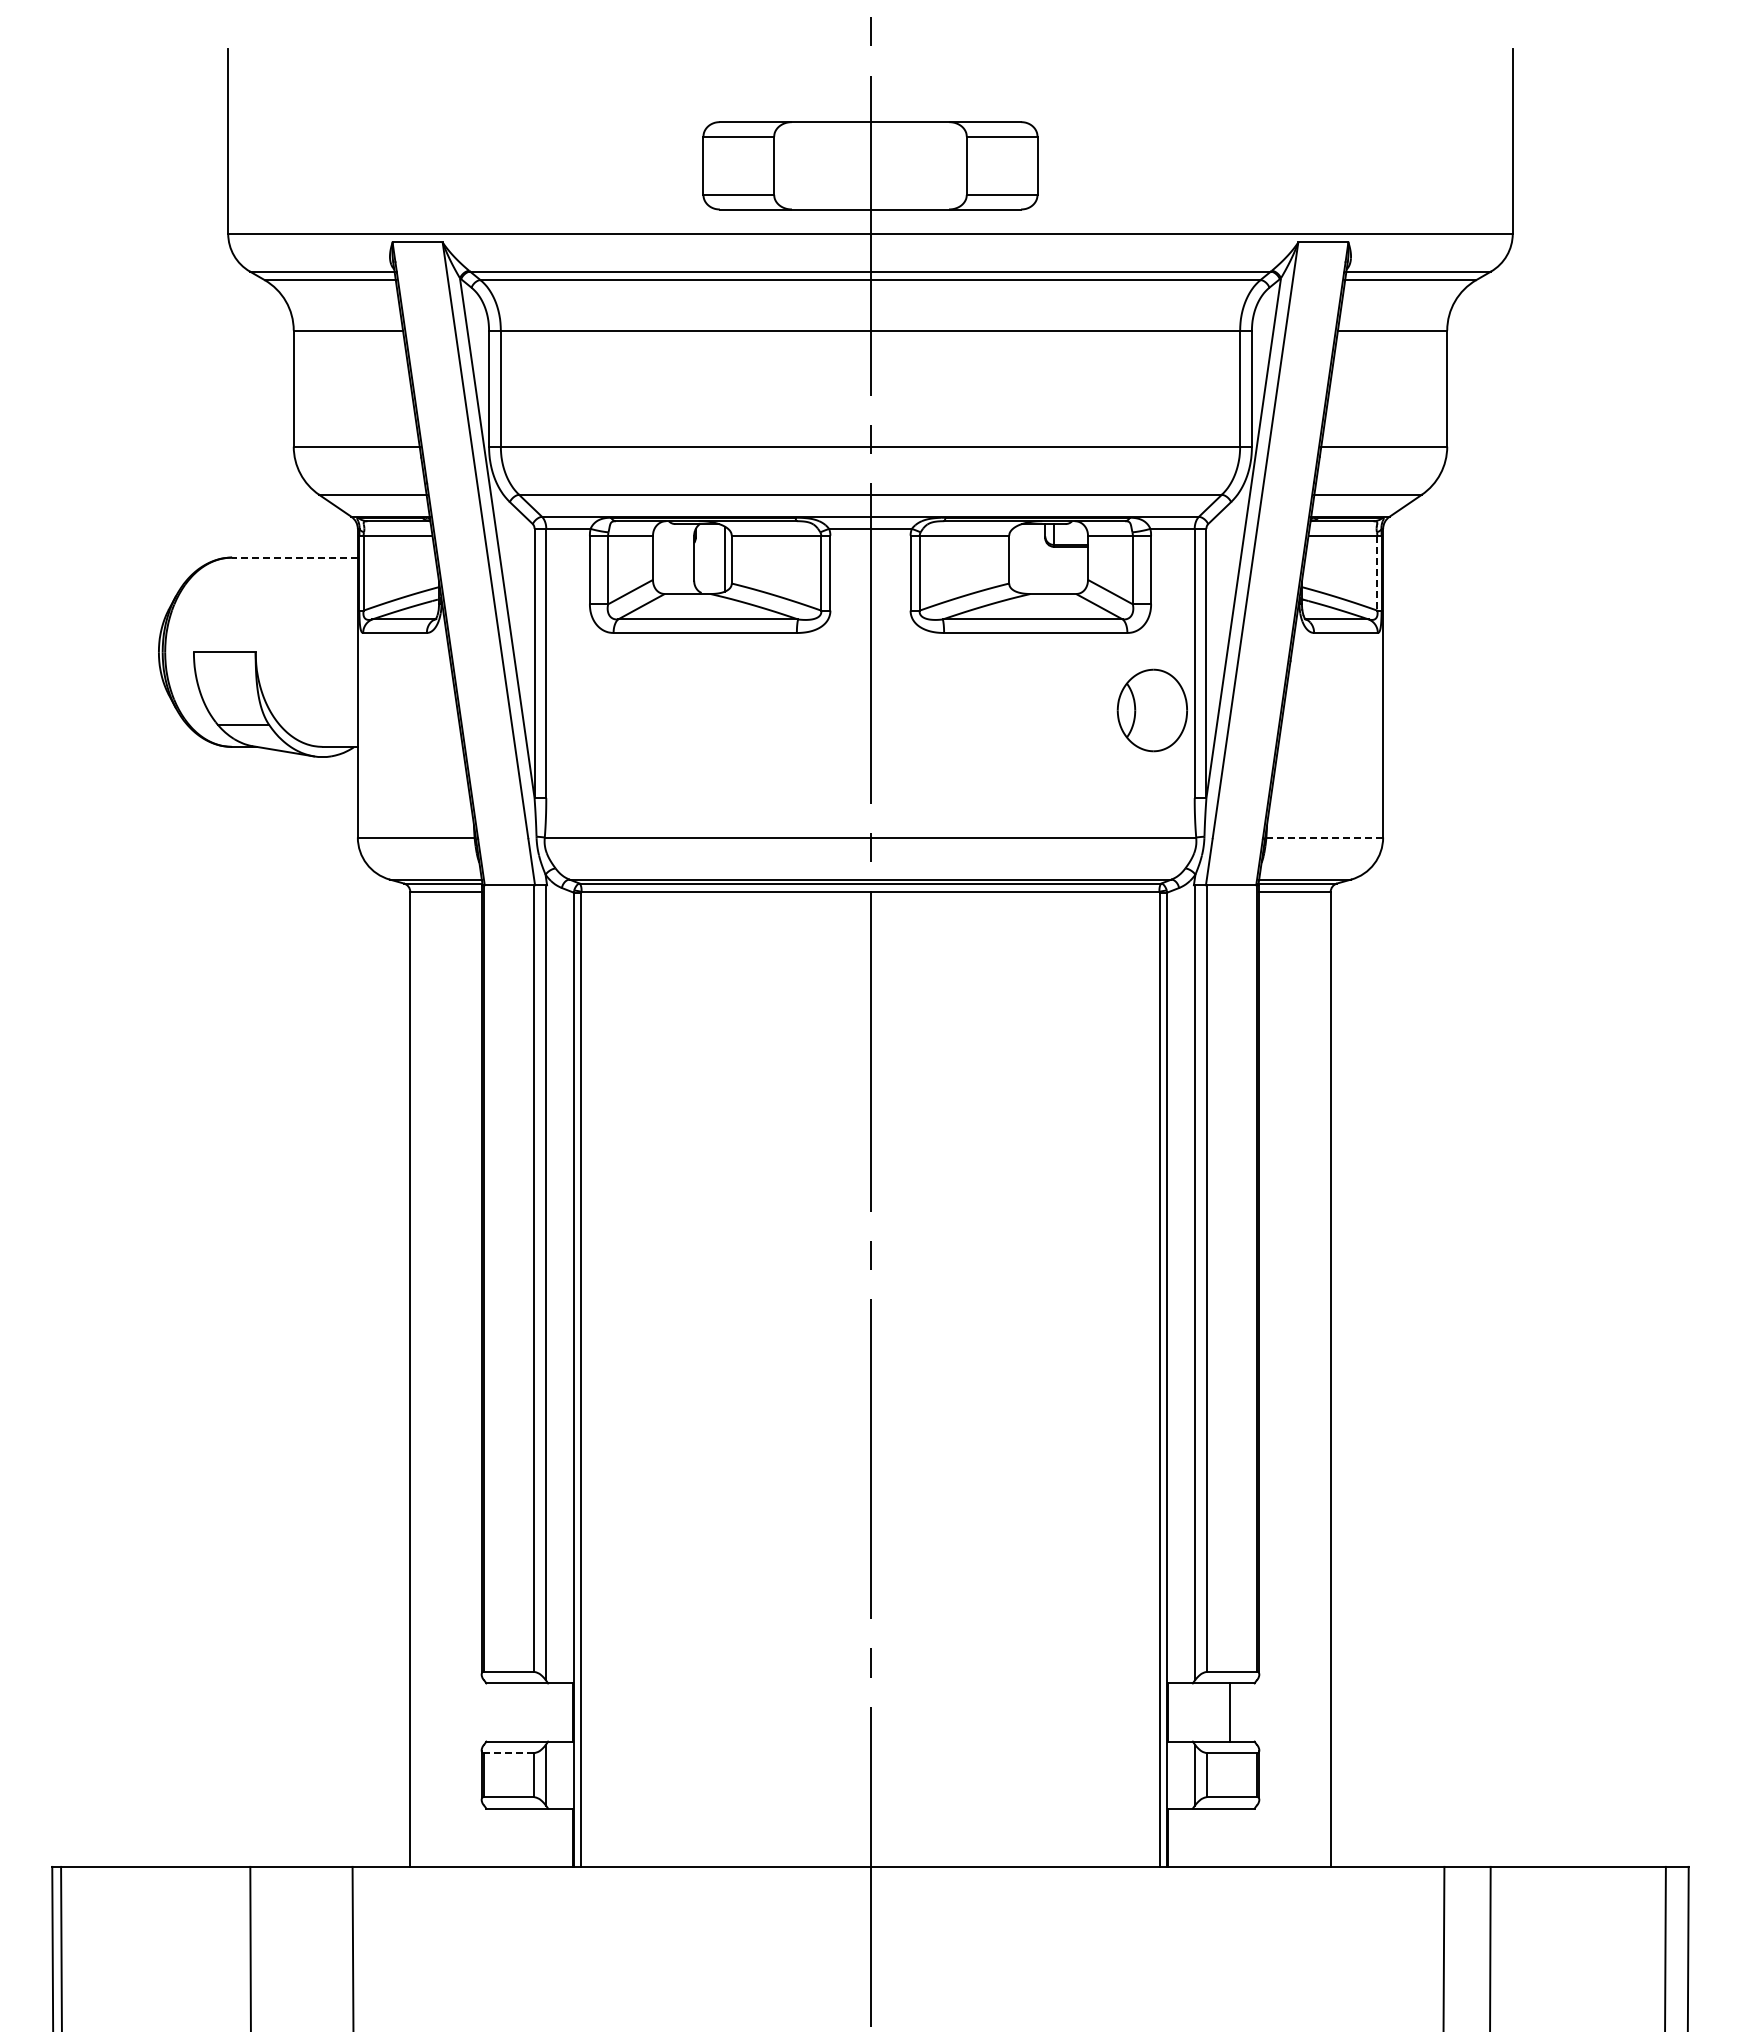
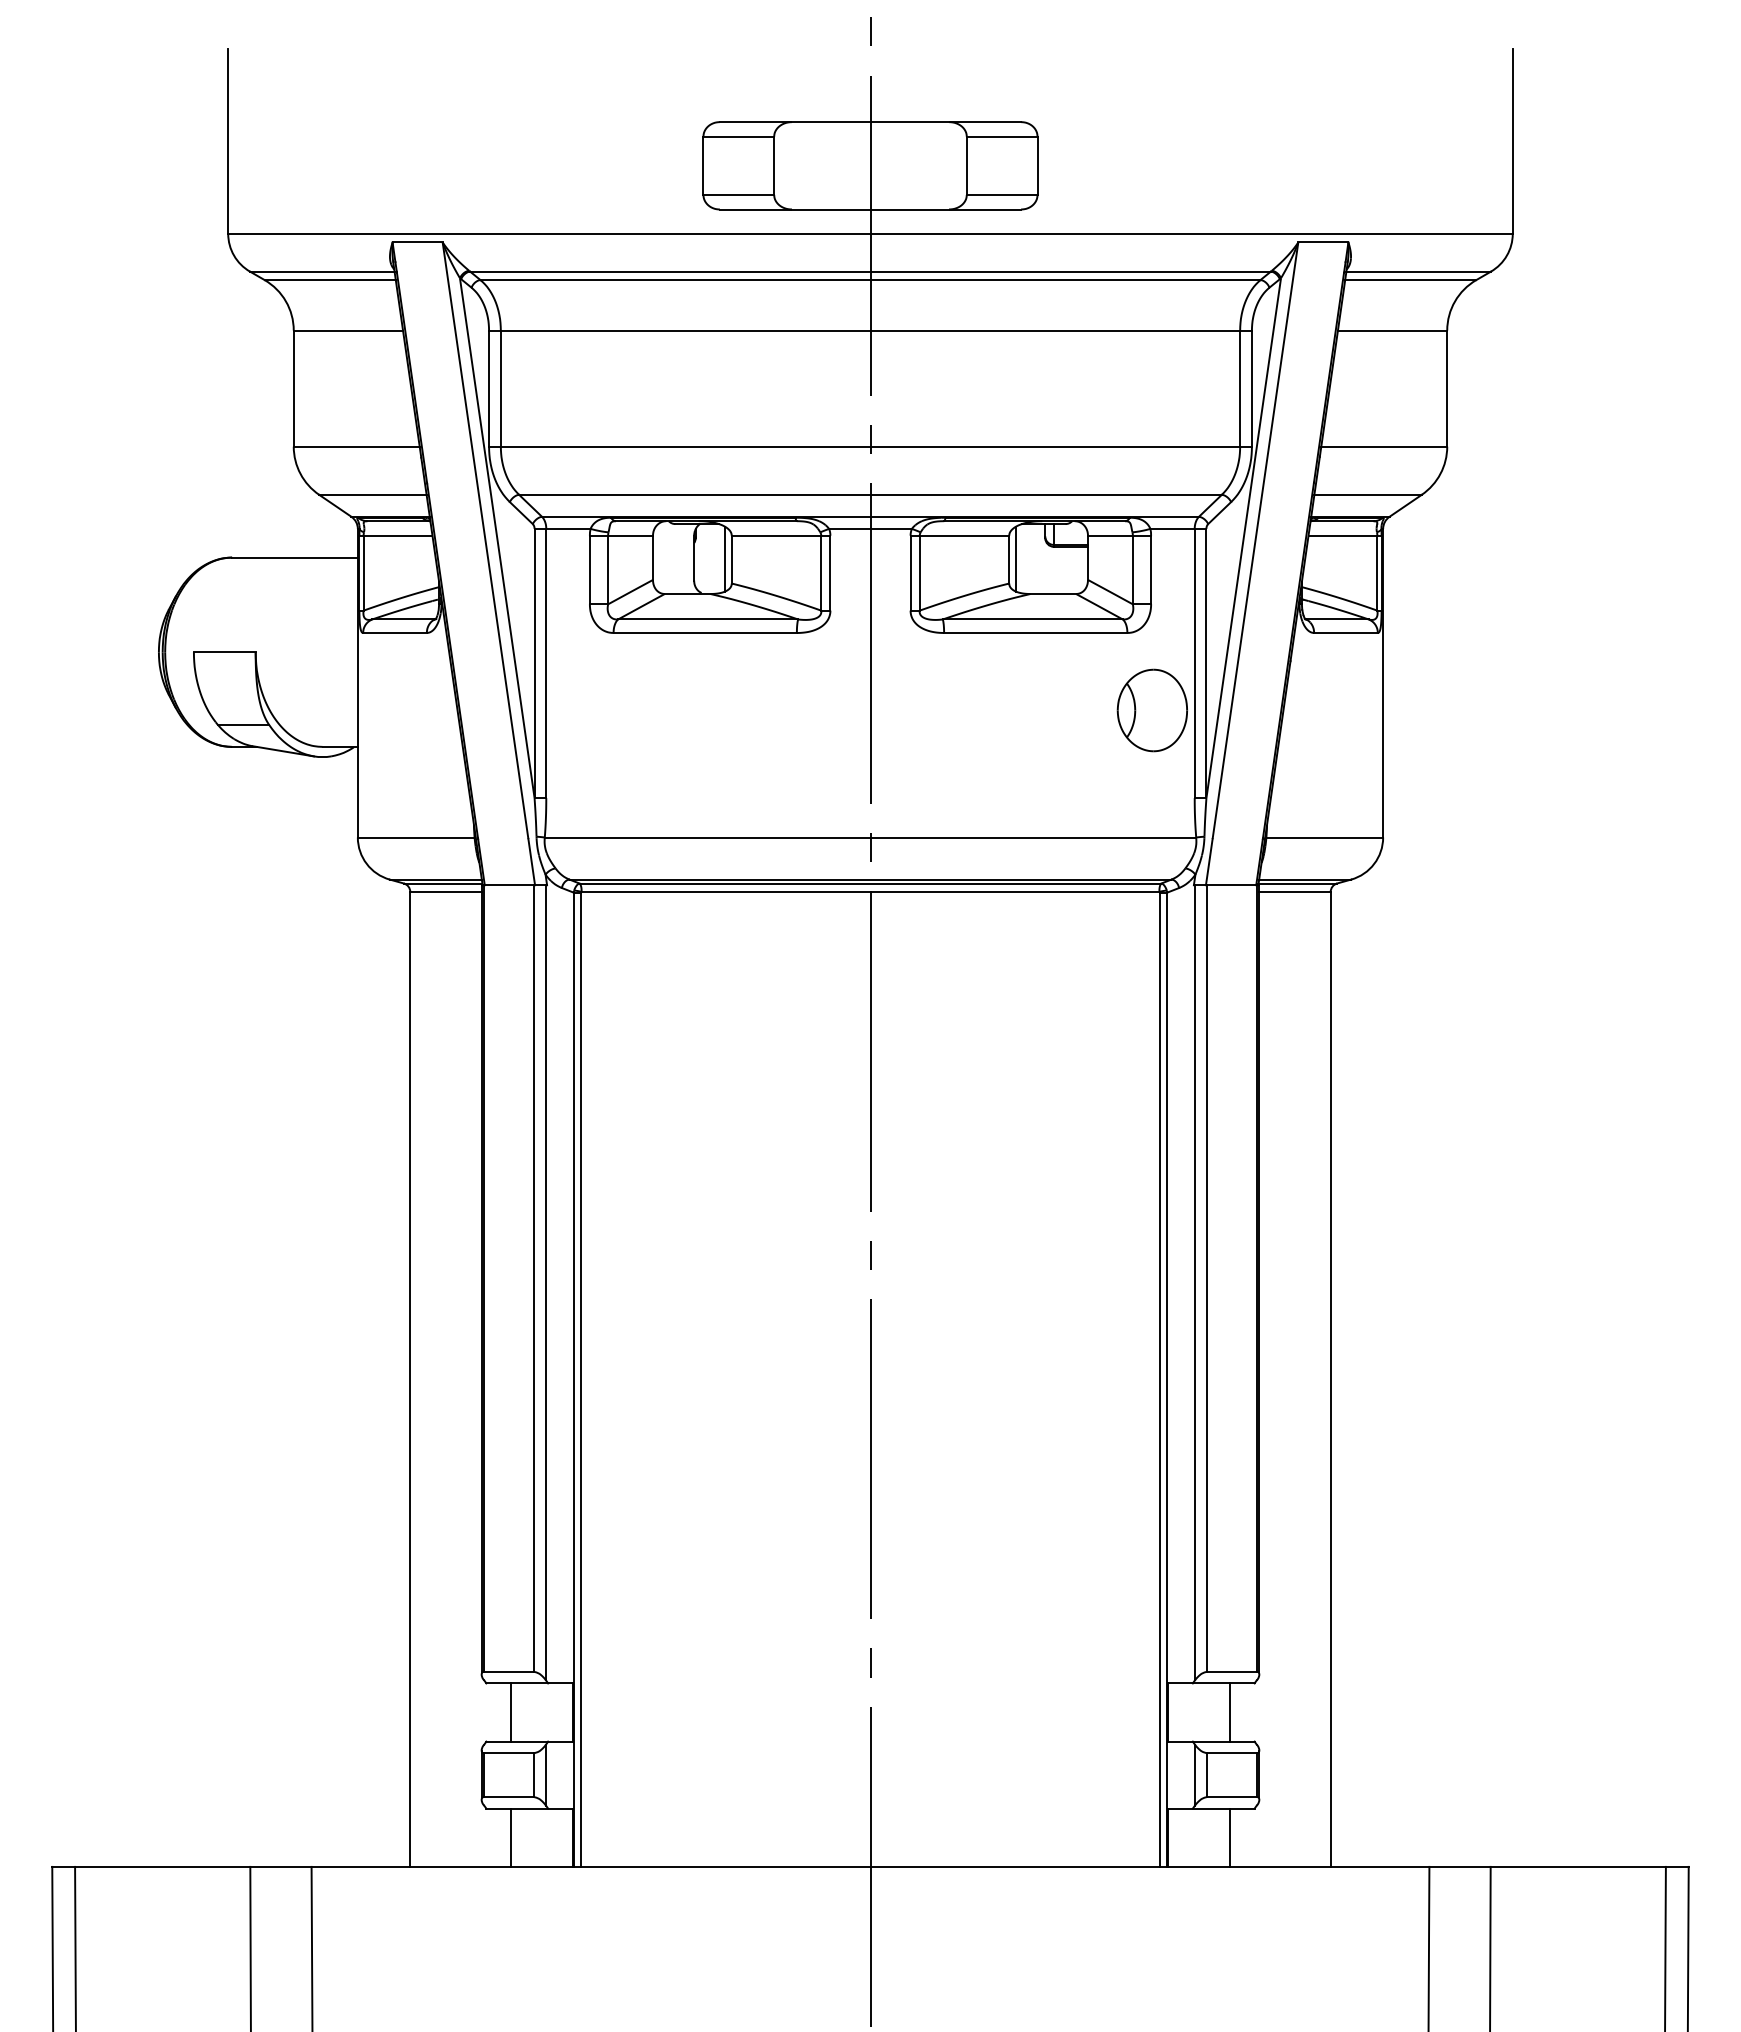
line at (294, 557): dashed -> solid
line at (1016, 558): none -> present
line at (1377, 573): dashed -> solid
line at (1325, 837): dashed -> solid
line at (511, 1712): none -> present
line at (509, 1753): dashed -> solid
line at (511, 1837): none -> present
line at (1229, 1837): none -> present
line at (61, 1947) position: (61, 1947) -> (75, 1947)
line at (352, 1947) position: (352, 1947) -> (311, 1947)
line at (1443, 1947) position: (1443, 1947) -> (1428, 1947)
